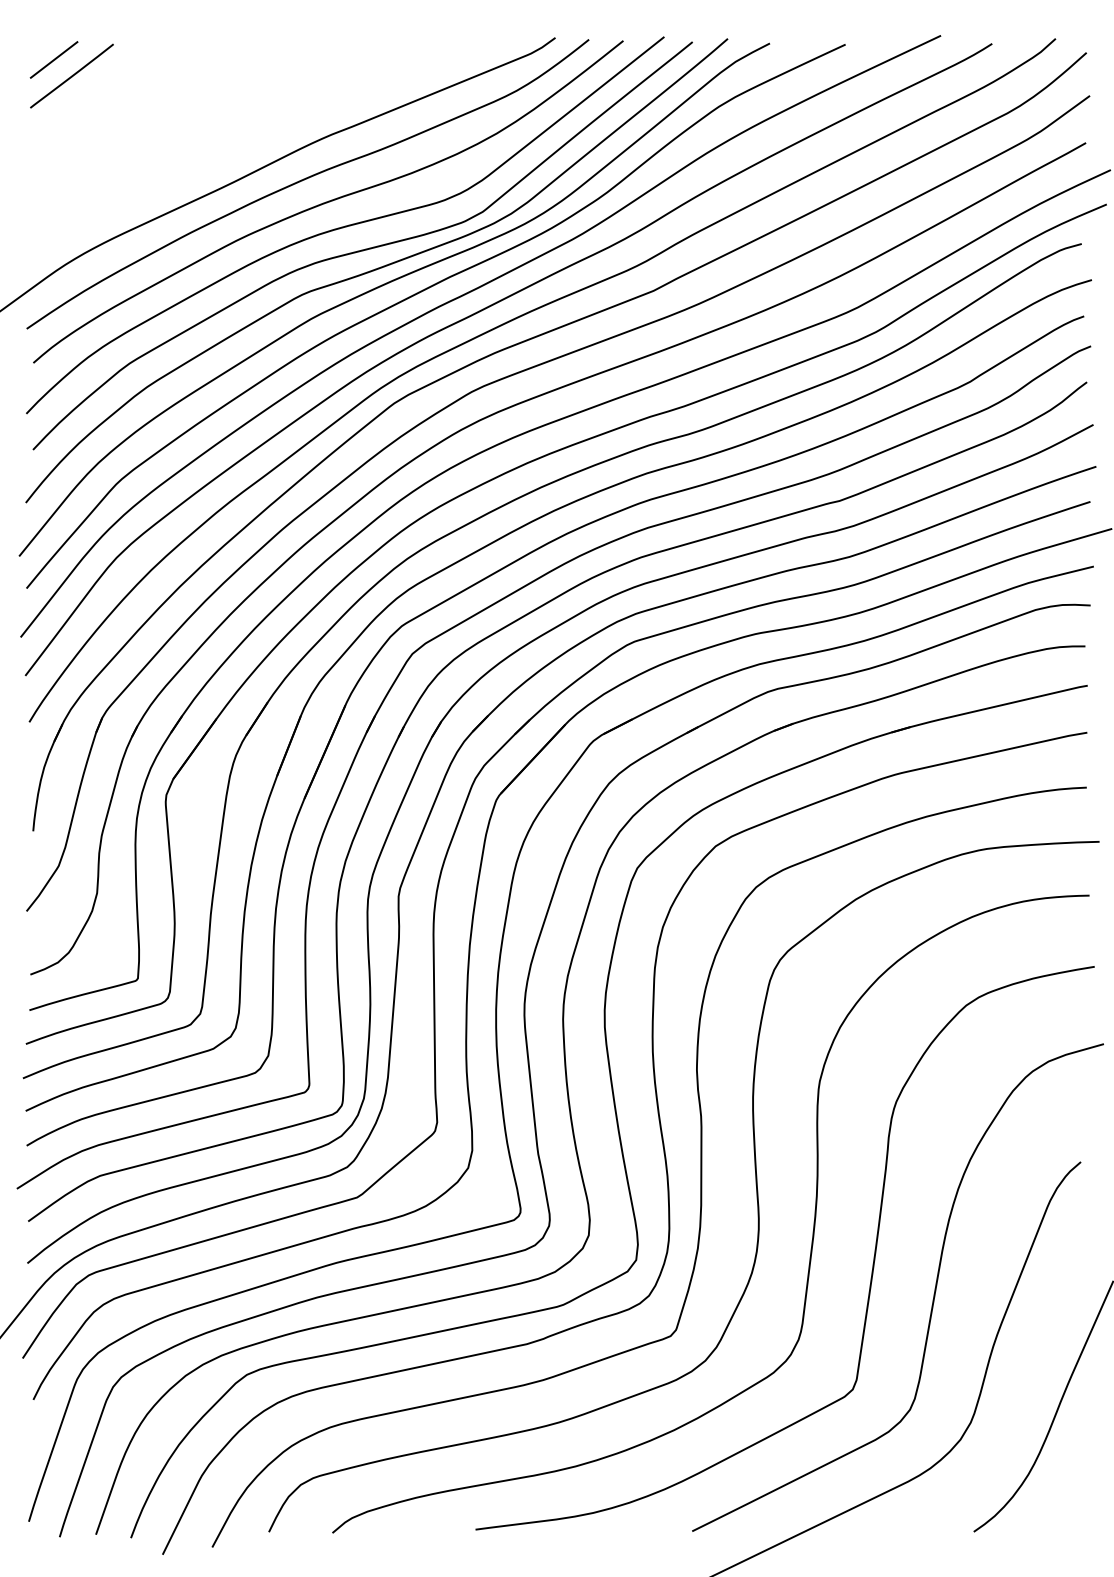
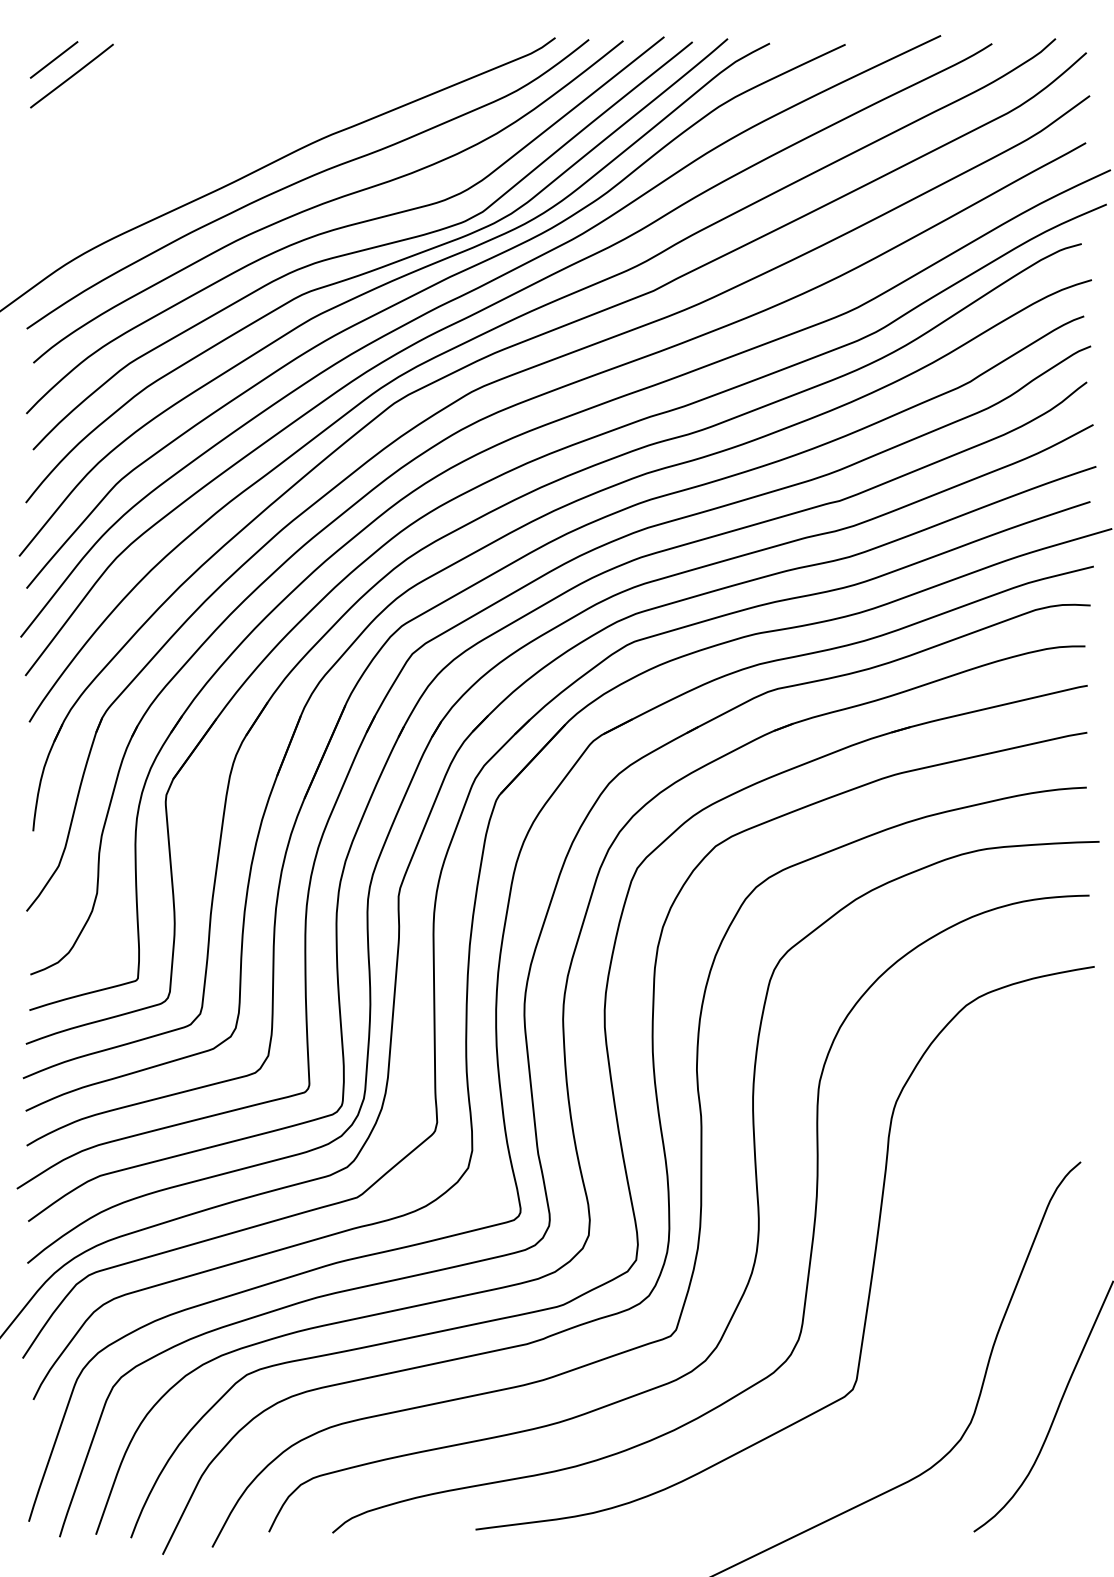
curve at (933, 1294): present -> none
